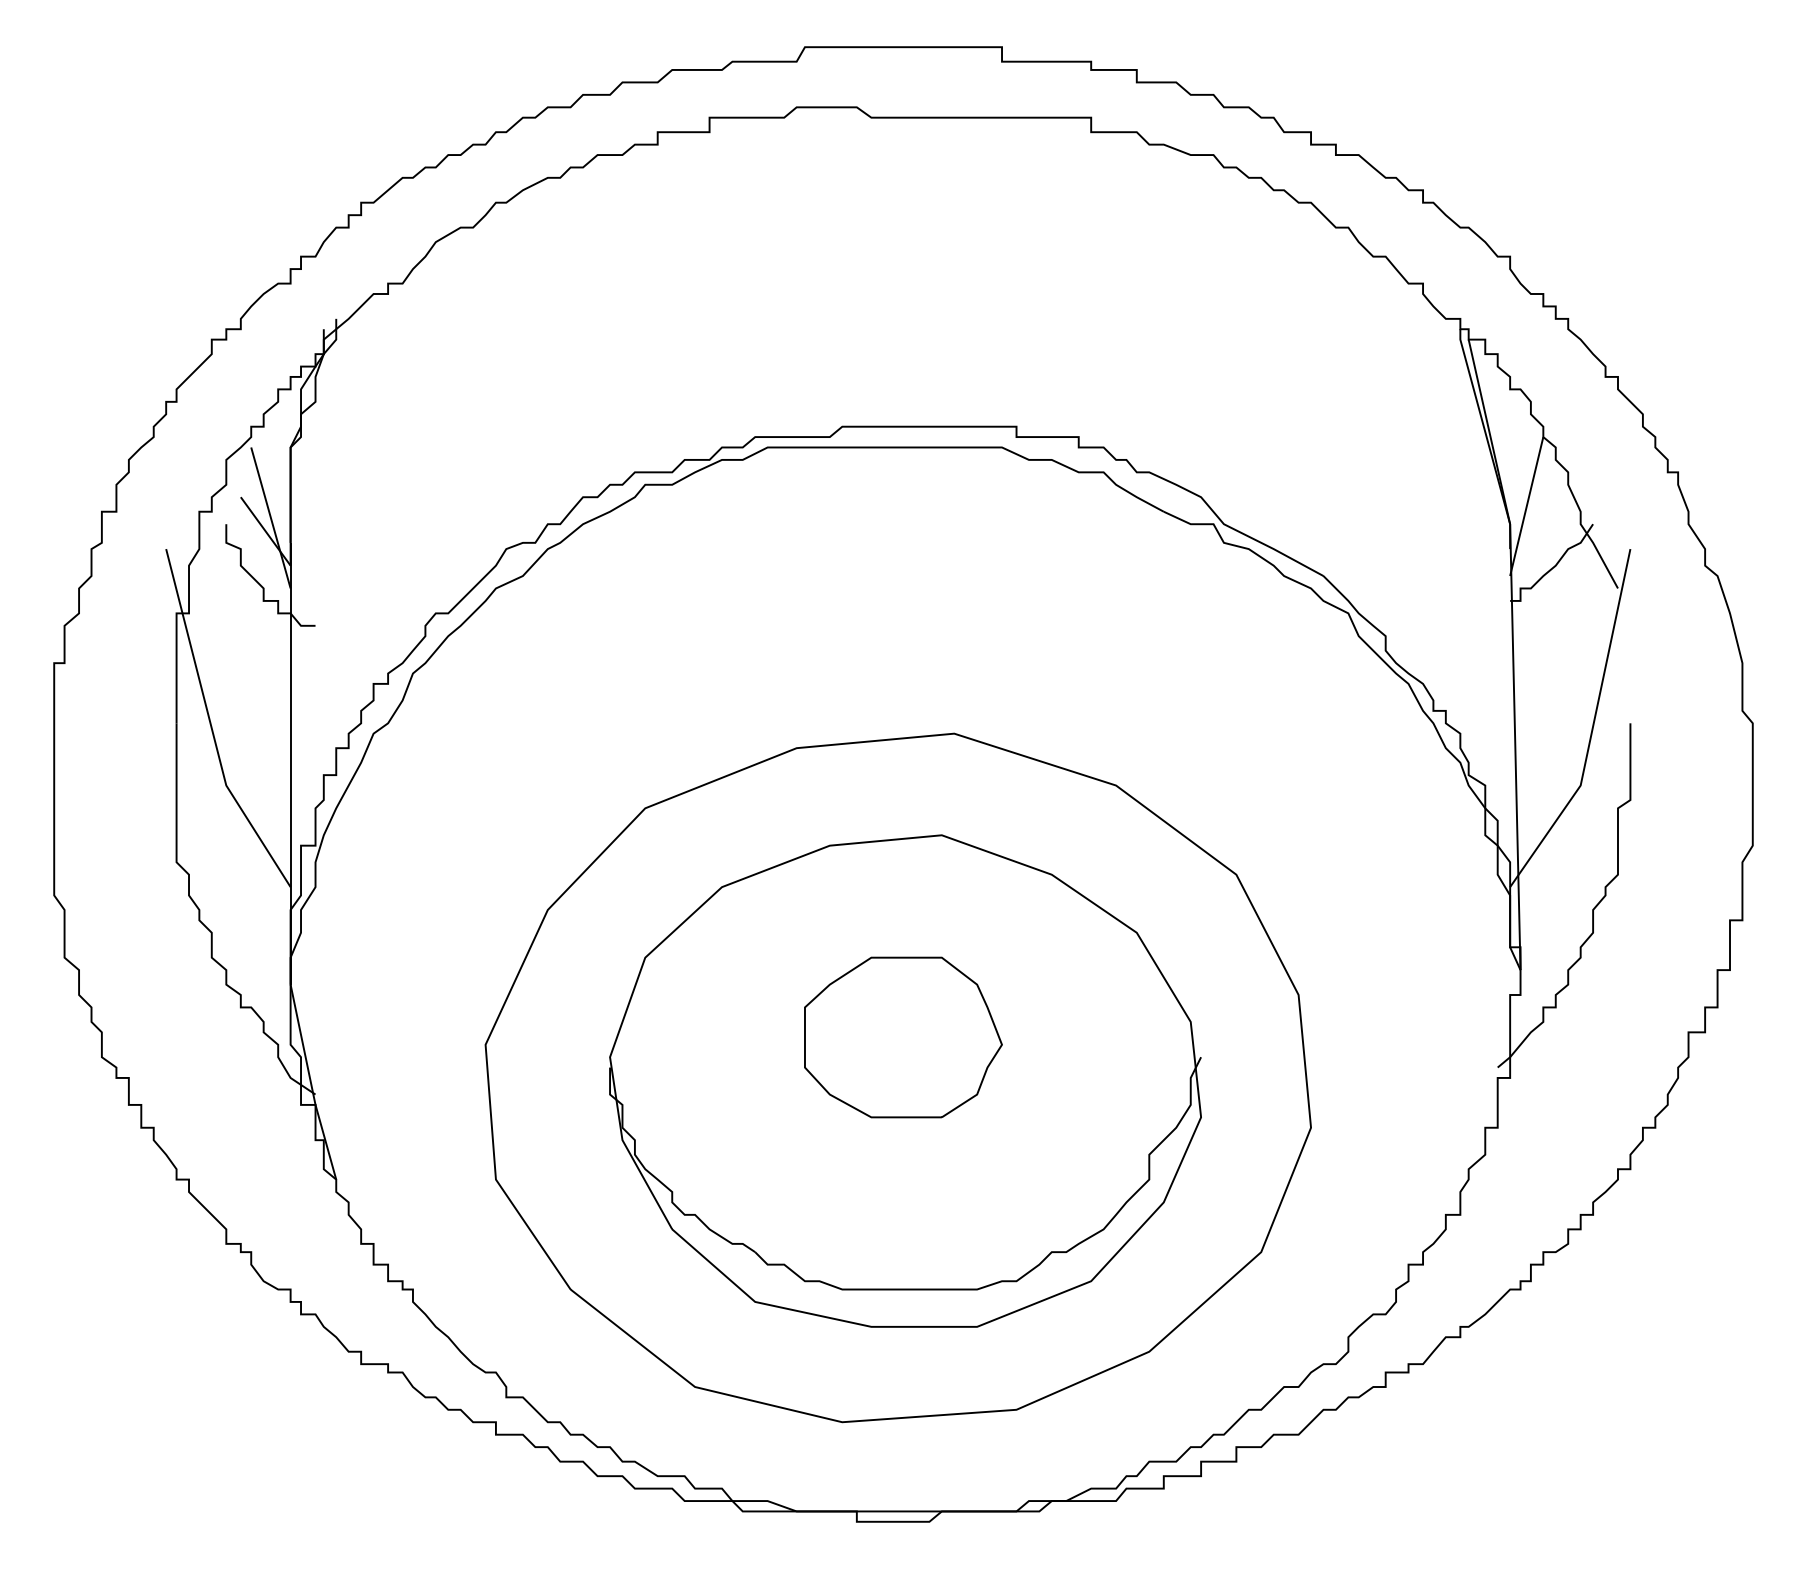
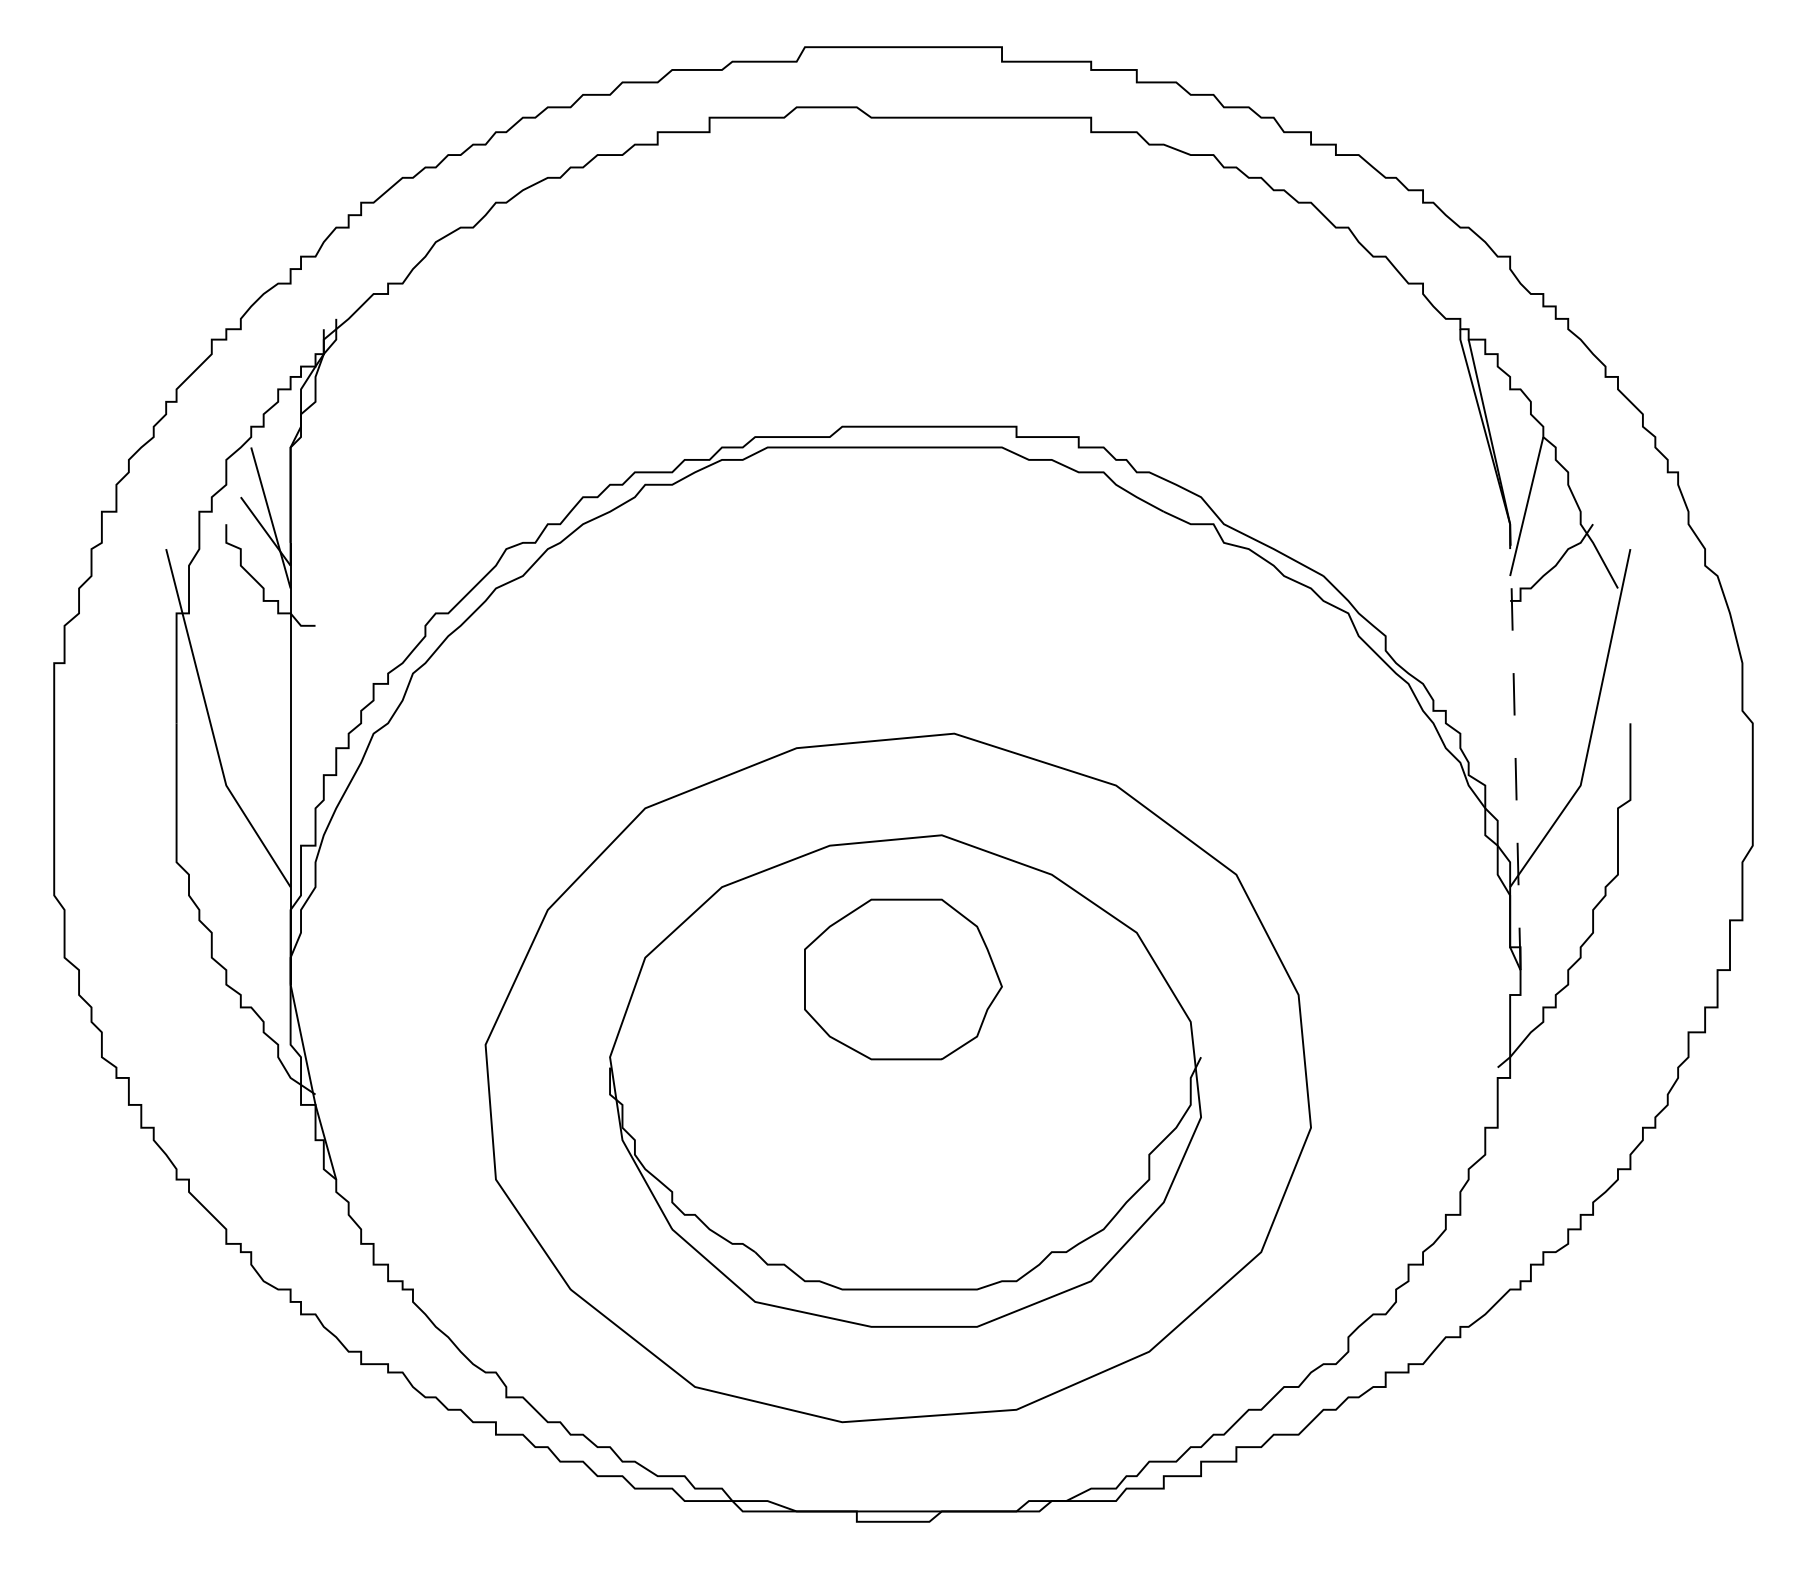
line at (1515, 746): solid -> dashed
part at (903, 1037) position: (903, 1037) -> (903, 979)
